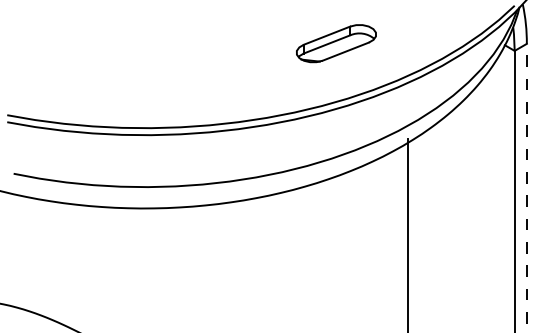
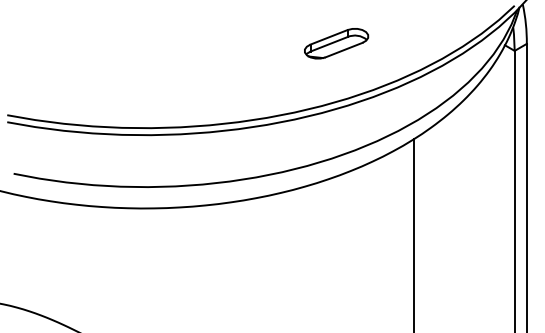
part at (336, 43) size: 81x40 px -> 66x32 px
line at (526, 187): dashed -> solid
line at (407, 234) position: (407, 234) -> (413, 234)
